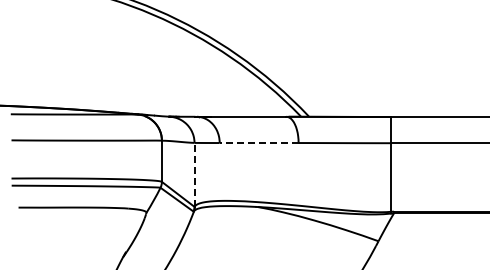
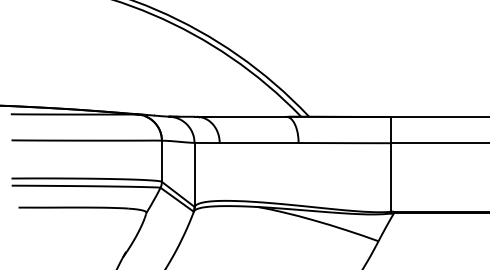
line at (258, 143): dashed -> solid
line at (194, 174): dashed -> solid
